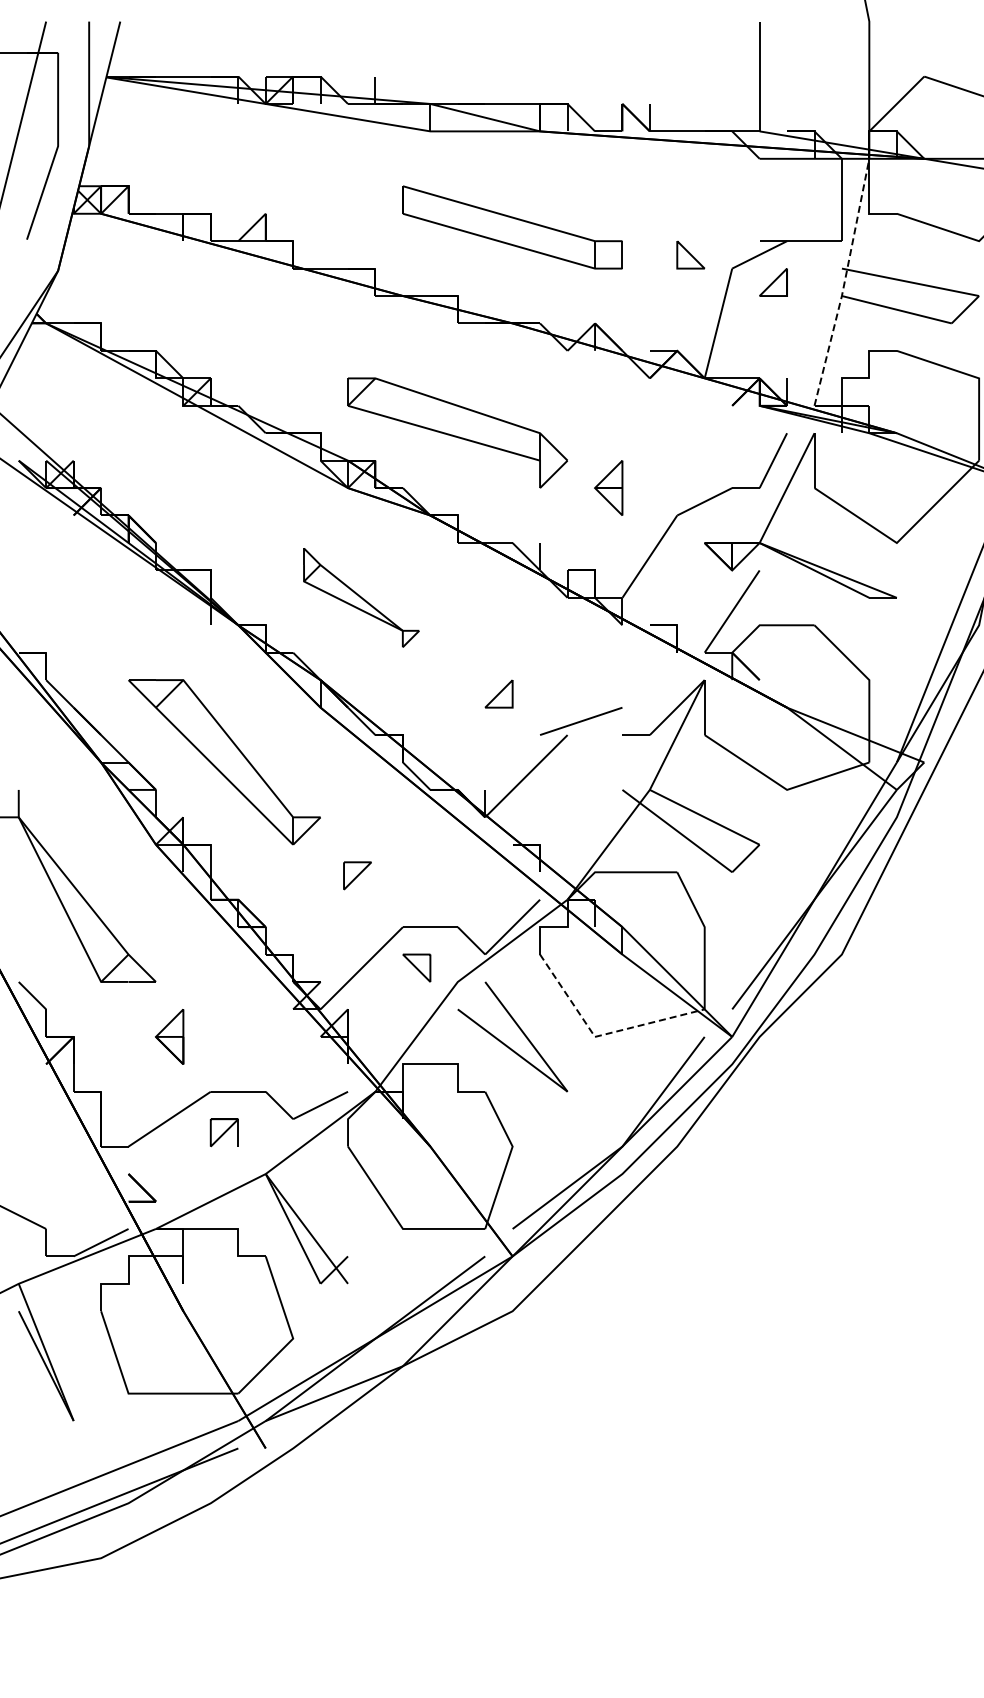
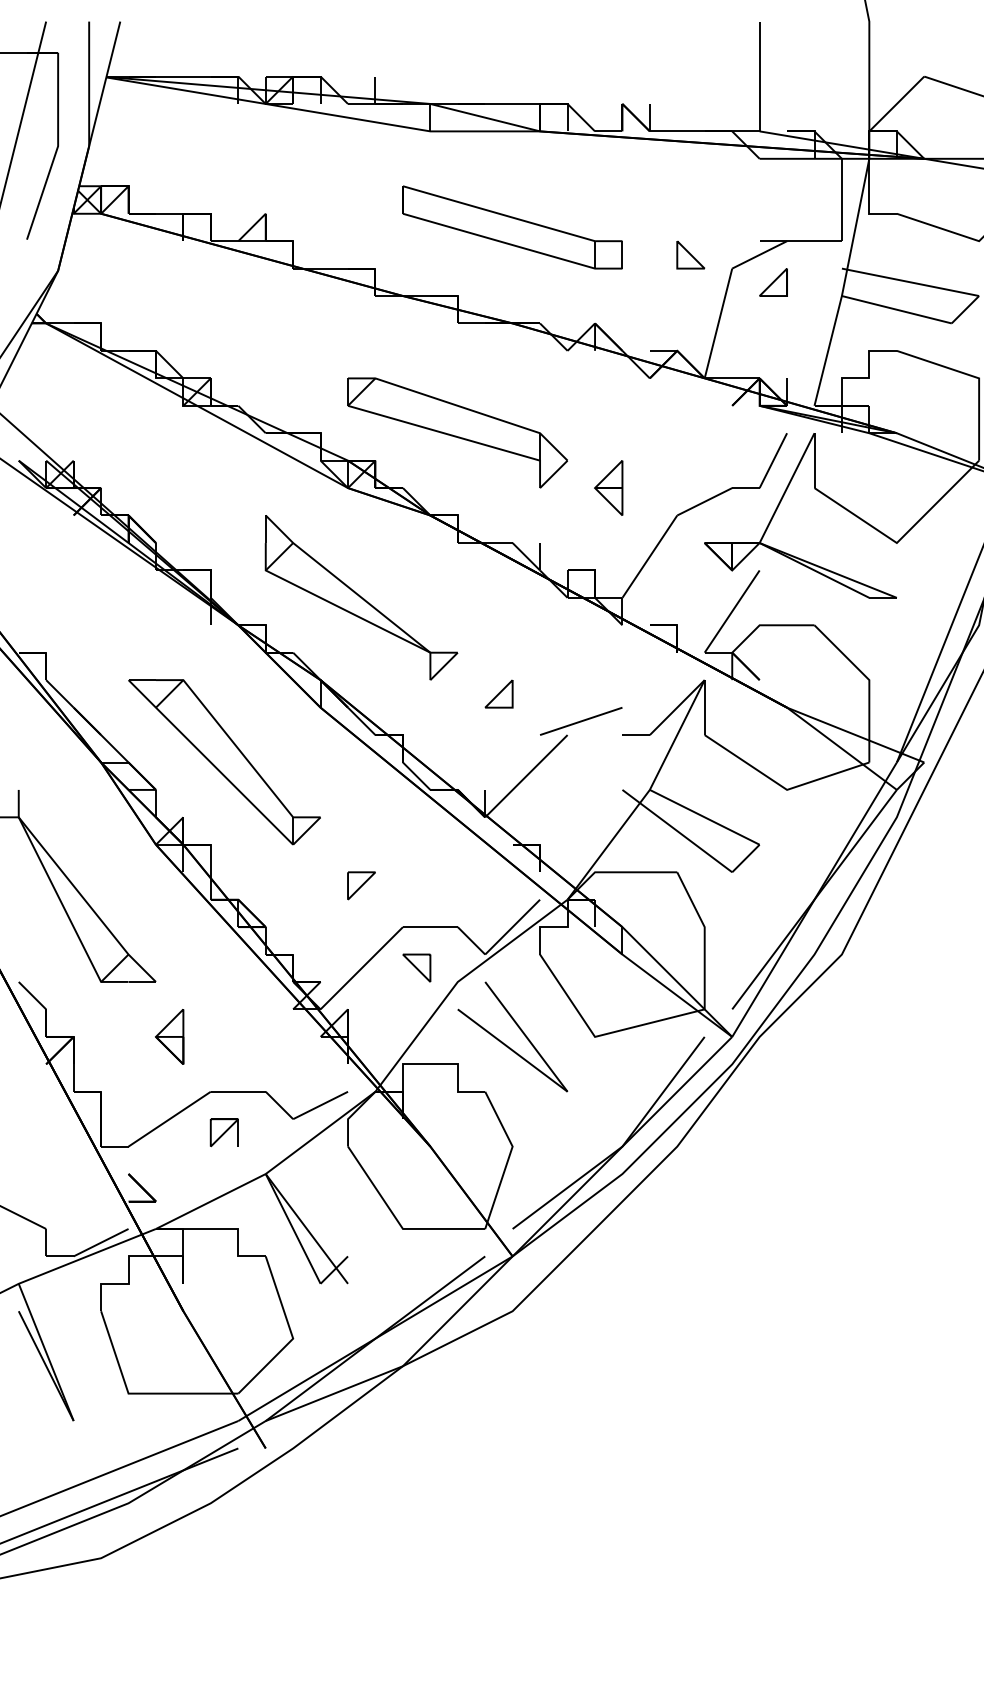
line at (844, 283): dashed -> solid
part at (361, 597) size: 117x100 px -> 195x166 px
part at (357, 875) position: (357, 875) -> (361, 885)
line at (601, 1035): dashed -> solid
